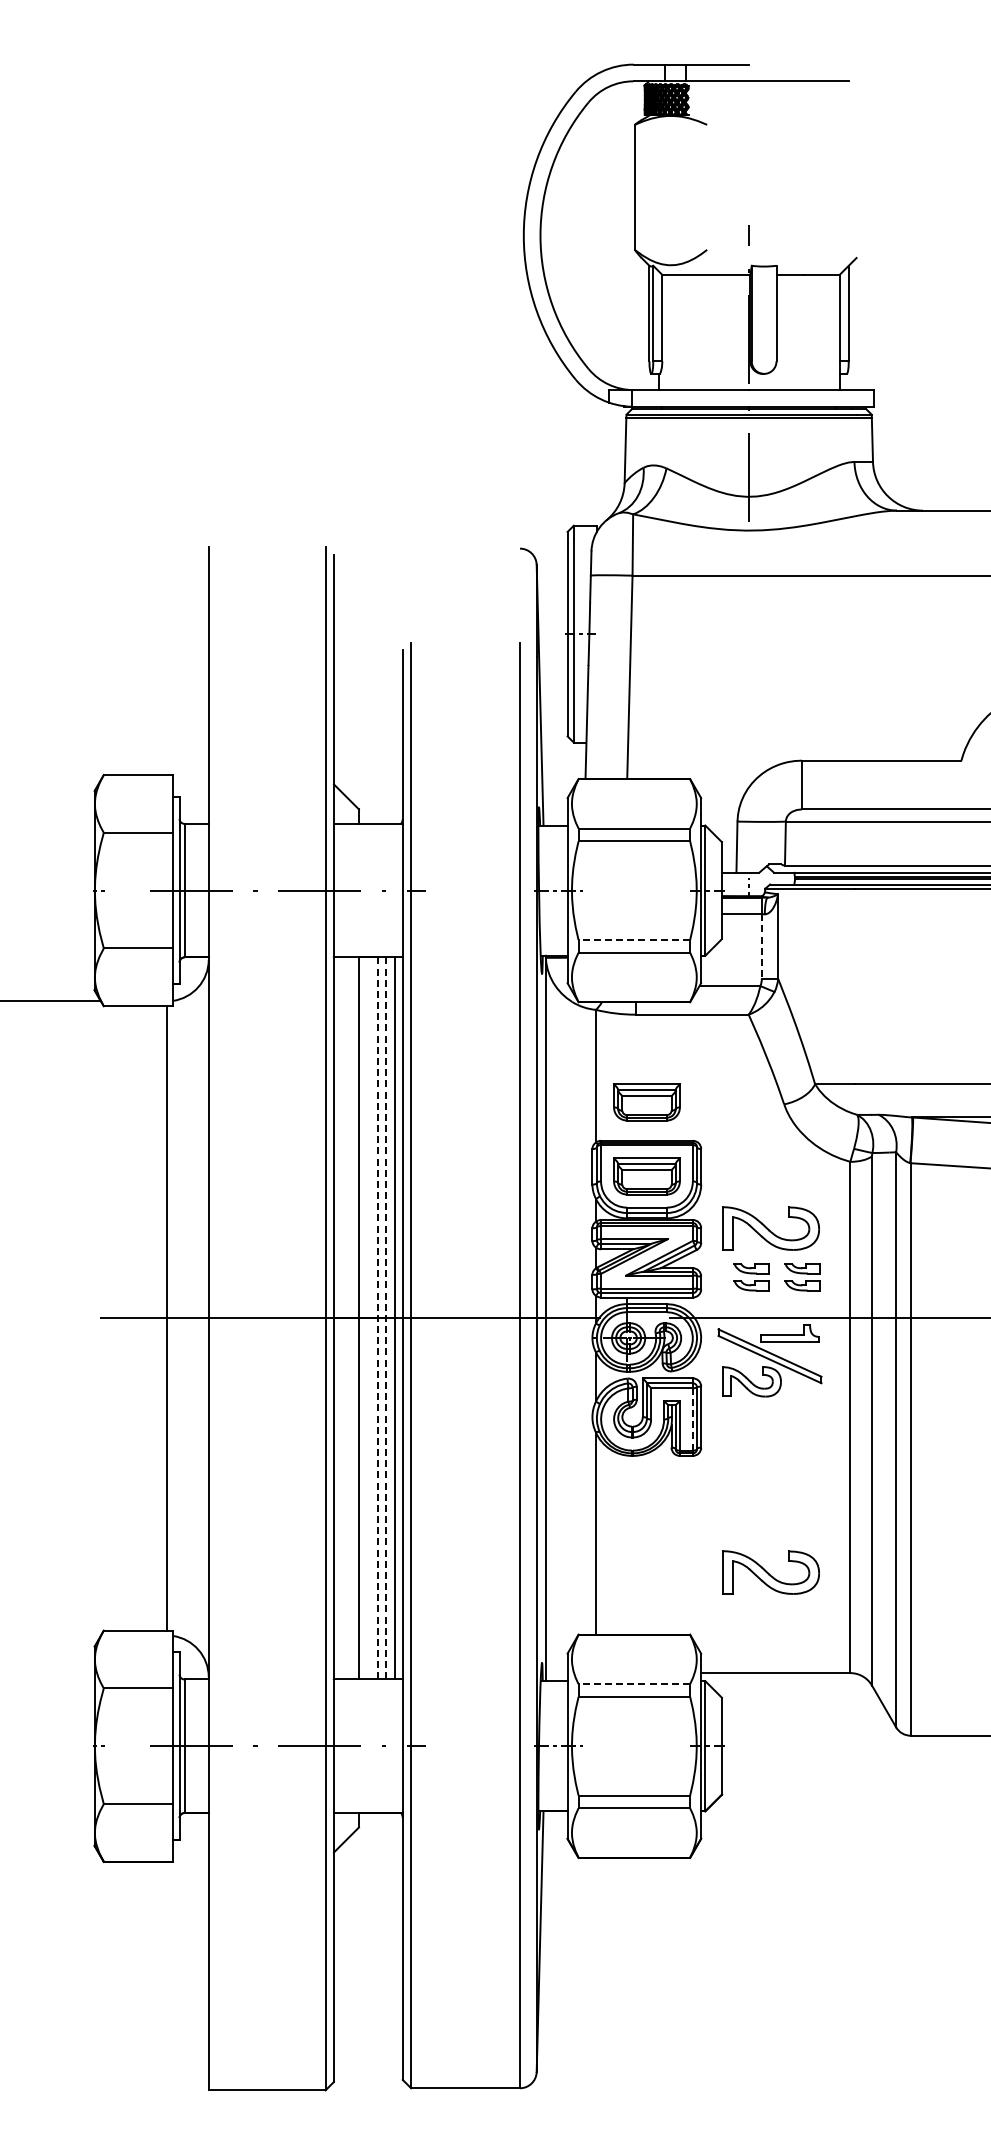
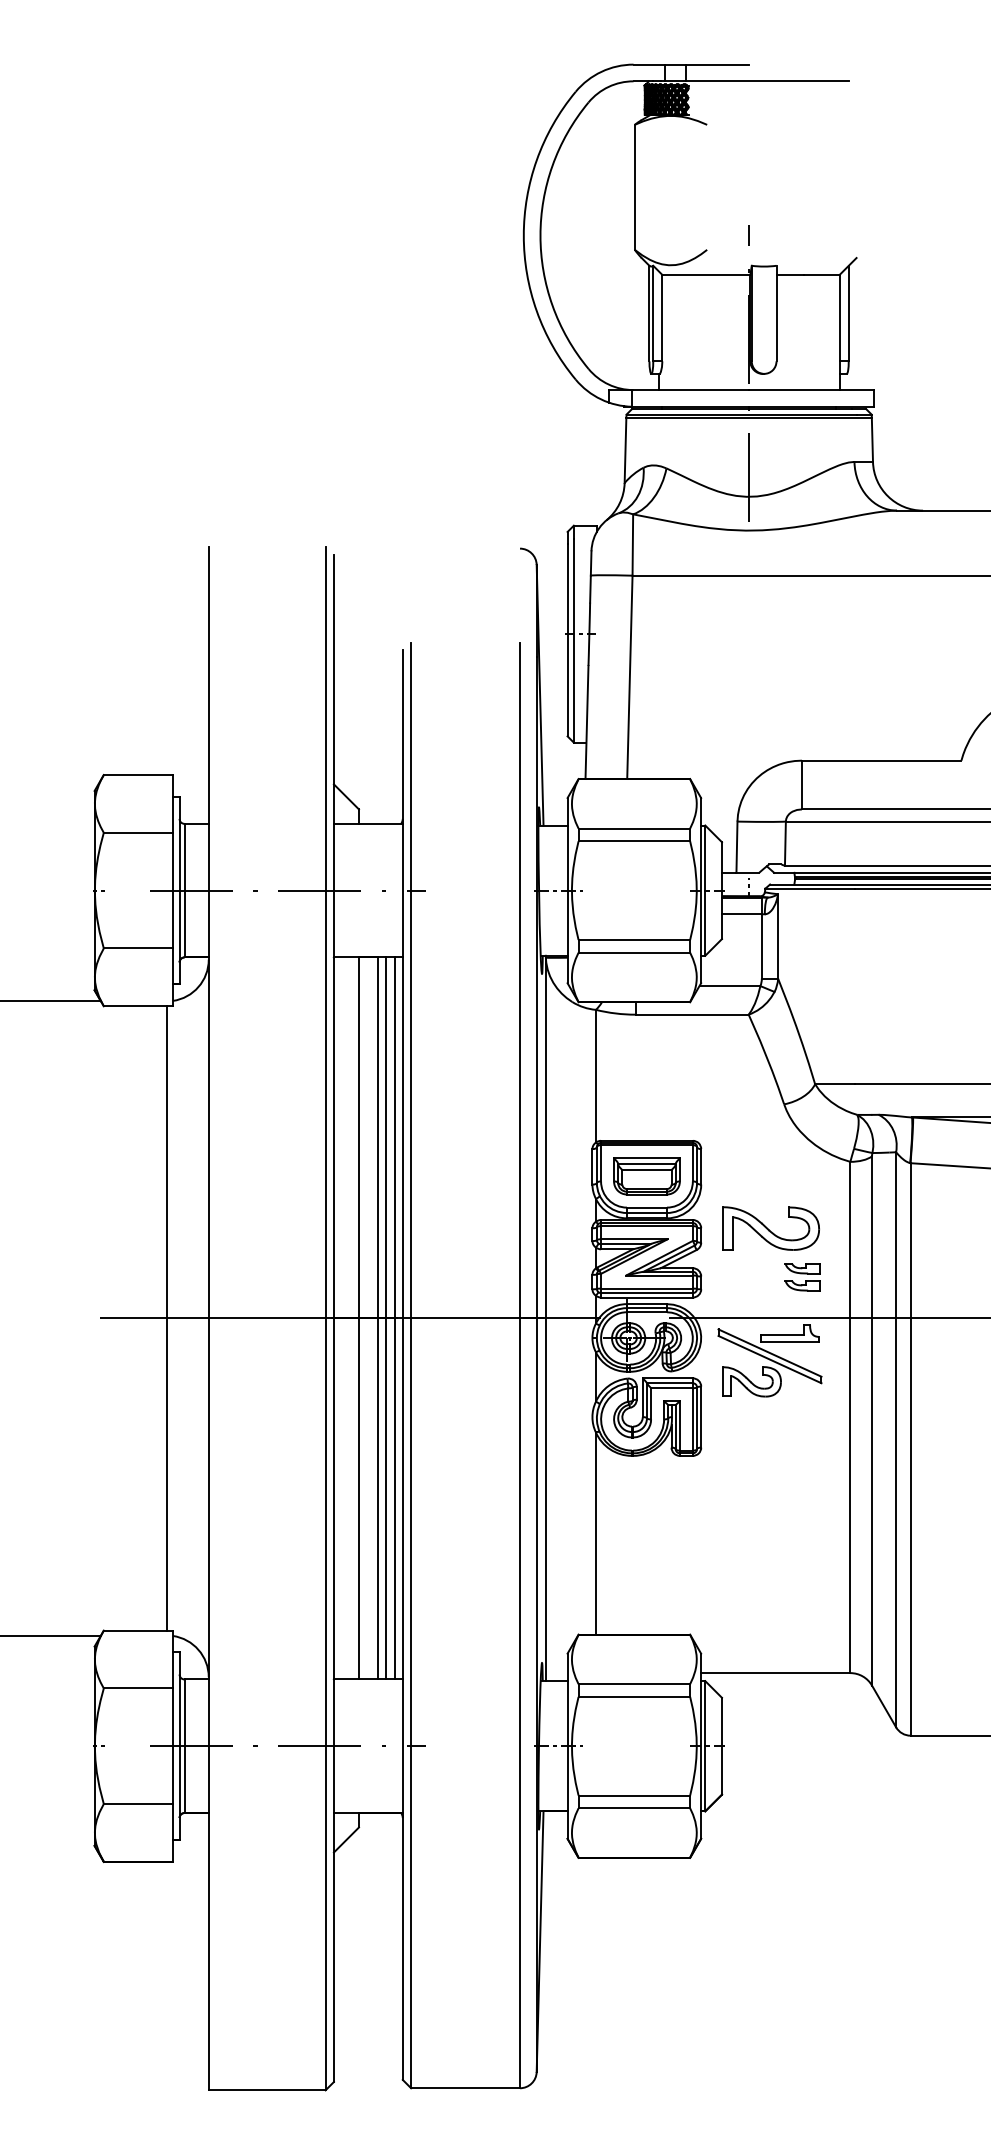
line at (634, 939): dashed -> solid
line at (761, 946): dashed -> solid
part at (646, 1102): present -> none
part at (751, 1277): present -> none
line at (377, 1317): dashed -> solid
line at (385, 1317): dashed -> solid
line at (692, 1418): dashed -> solid
part at (770, 1572): present -> none
line at (51, 1635): none -> present
line at (634, 1684): dashed -> solid
